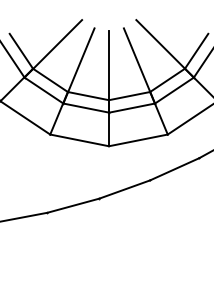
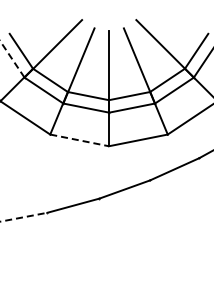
line at (12, 59): solid -> dashed
line at (79, 140): solid -> dashed
line at (23, 217): solid -> dashed
